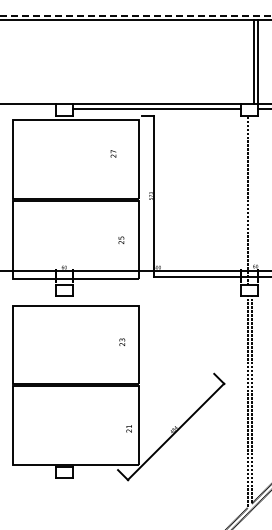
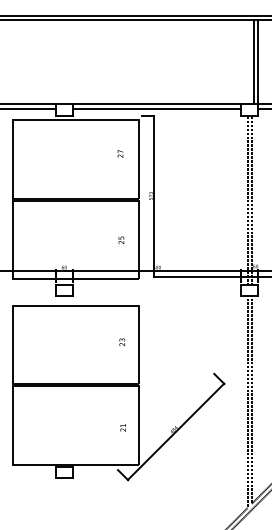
line at (135, 15): dashed -> solid
line at (28, 108): none -> present
text at (113, 153) position: (113, 153) -> (120, 153)
line at (251, 200): none -> present
text at (128, 428) position: (128, 428) -> (122, 427)
